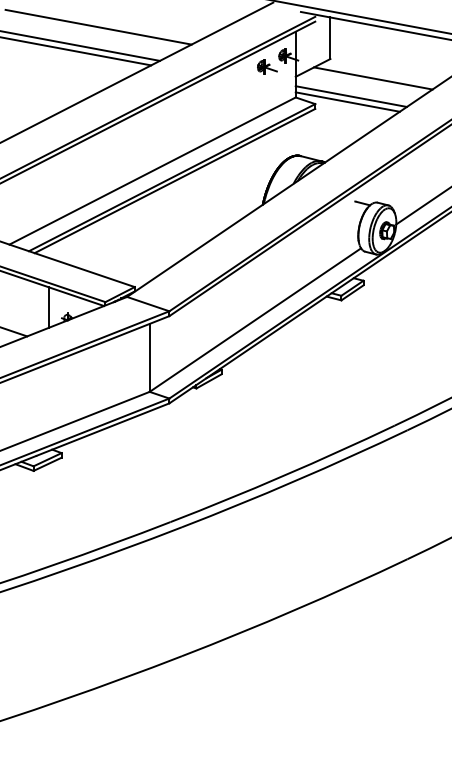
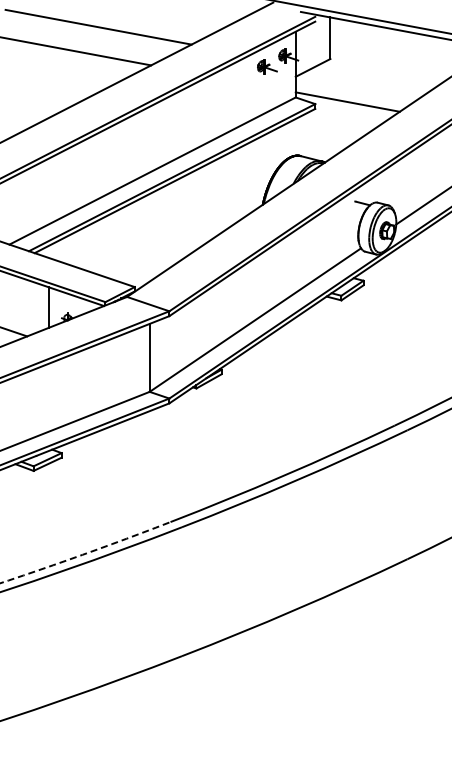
line at (80, 45): present -> none
line at (373, 78): present -> none
line at (350, 96): present -> none
arc at (85, 553): solid -> dashed
